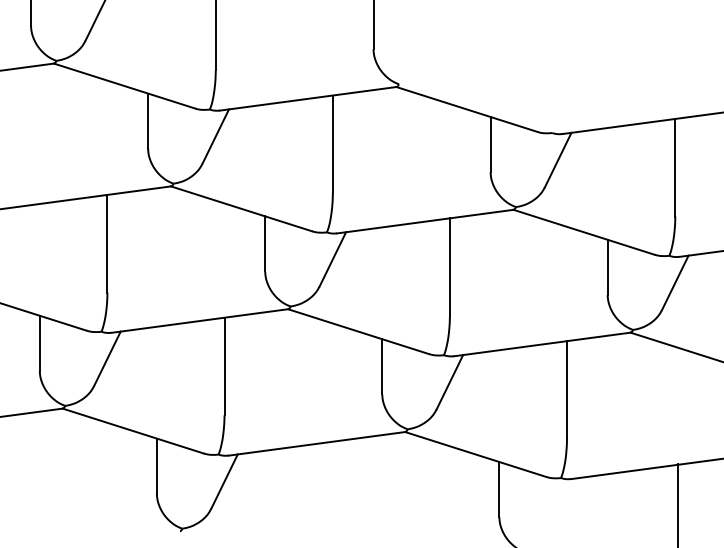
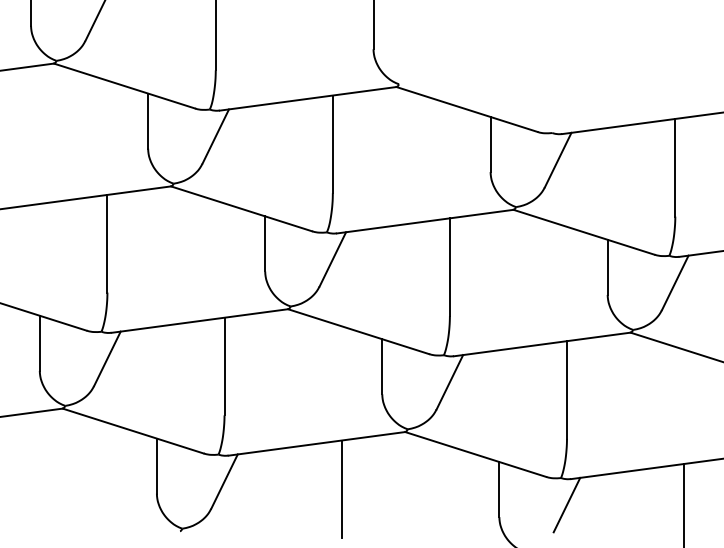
line at (341, 489): none -> present
line at (678, 503) position: (678, 503) -> (684, 503)
line at (566, 504): none -> present
